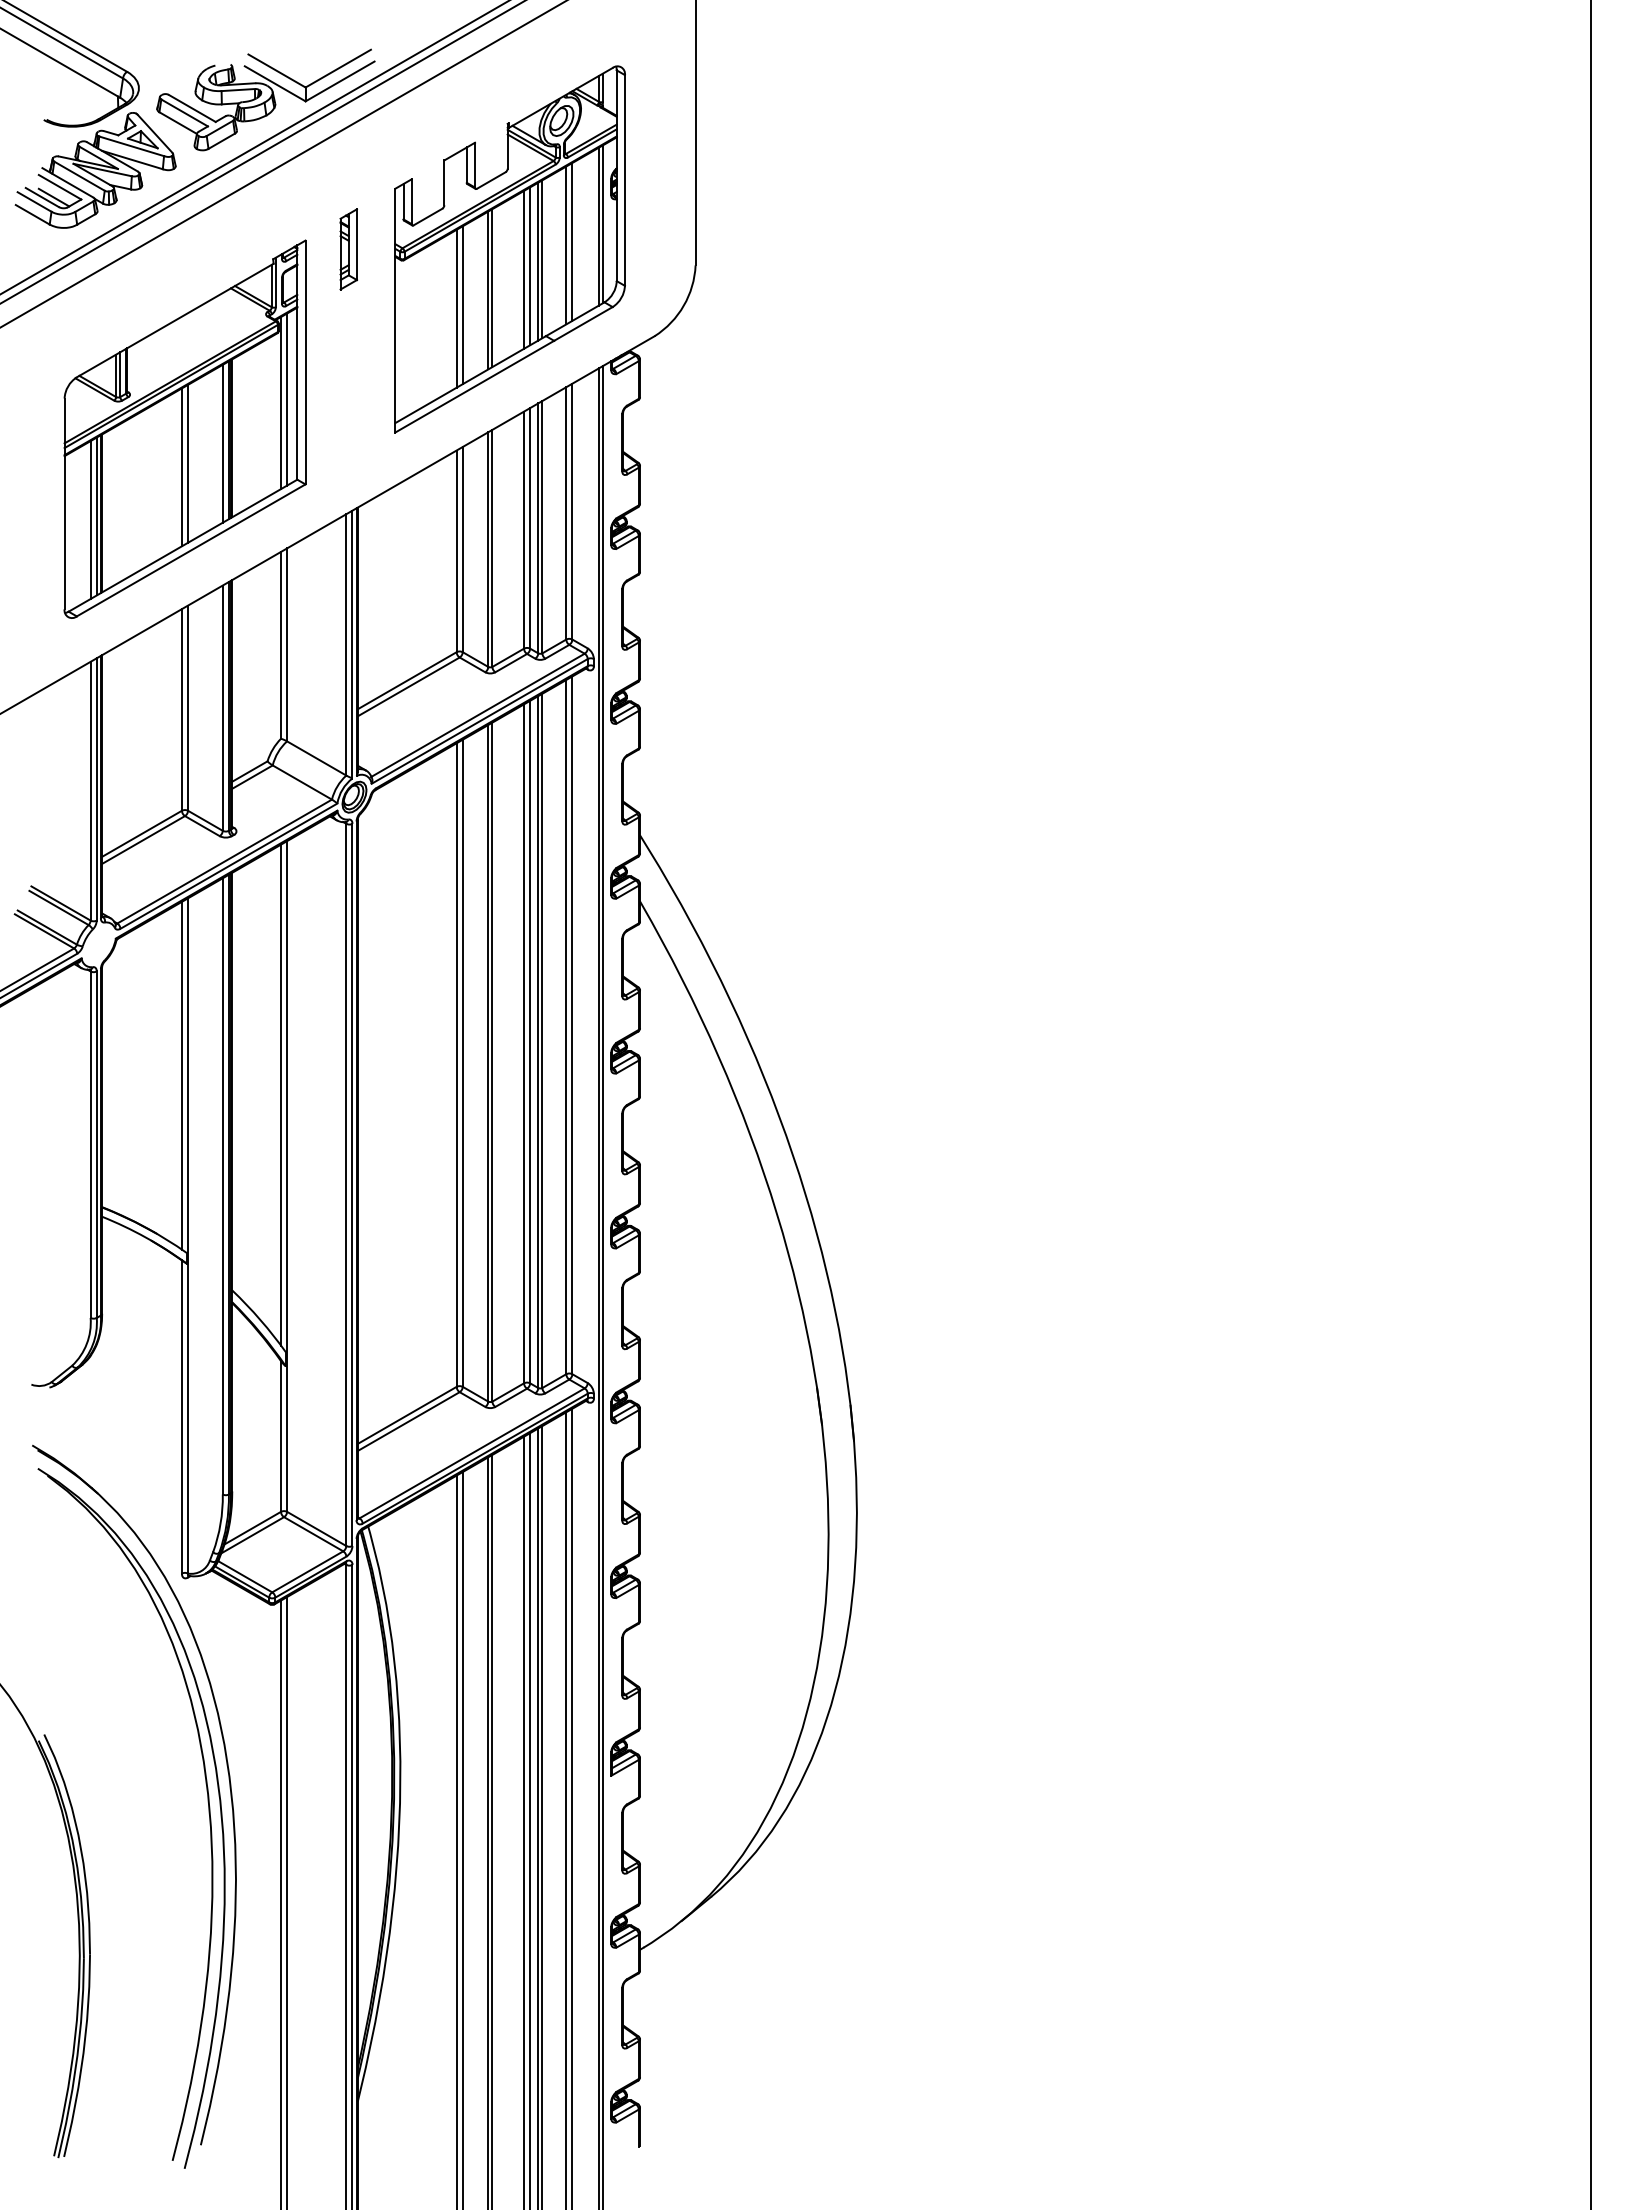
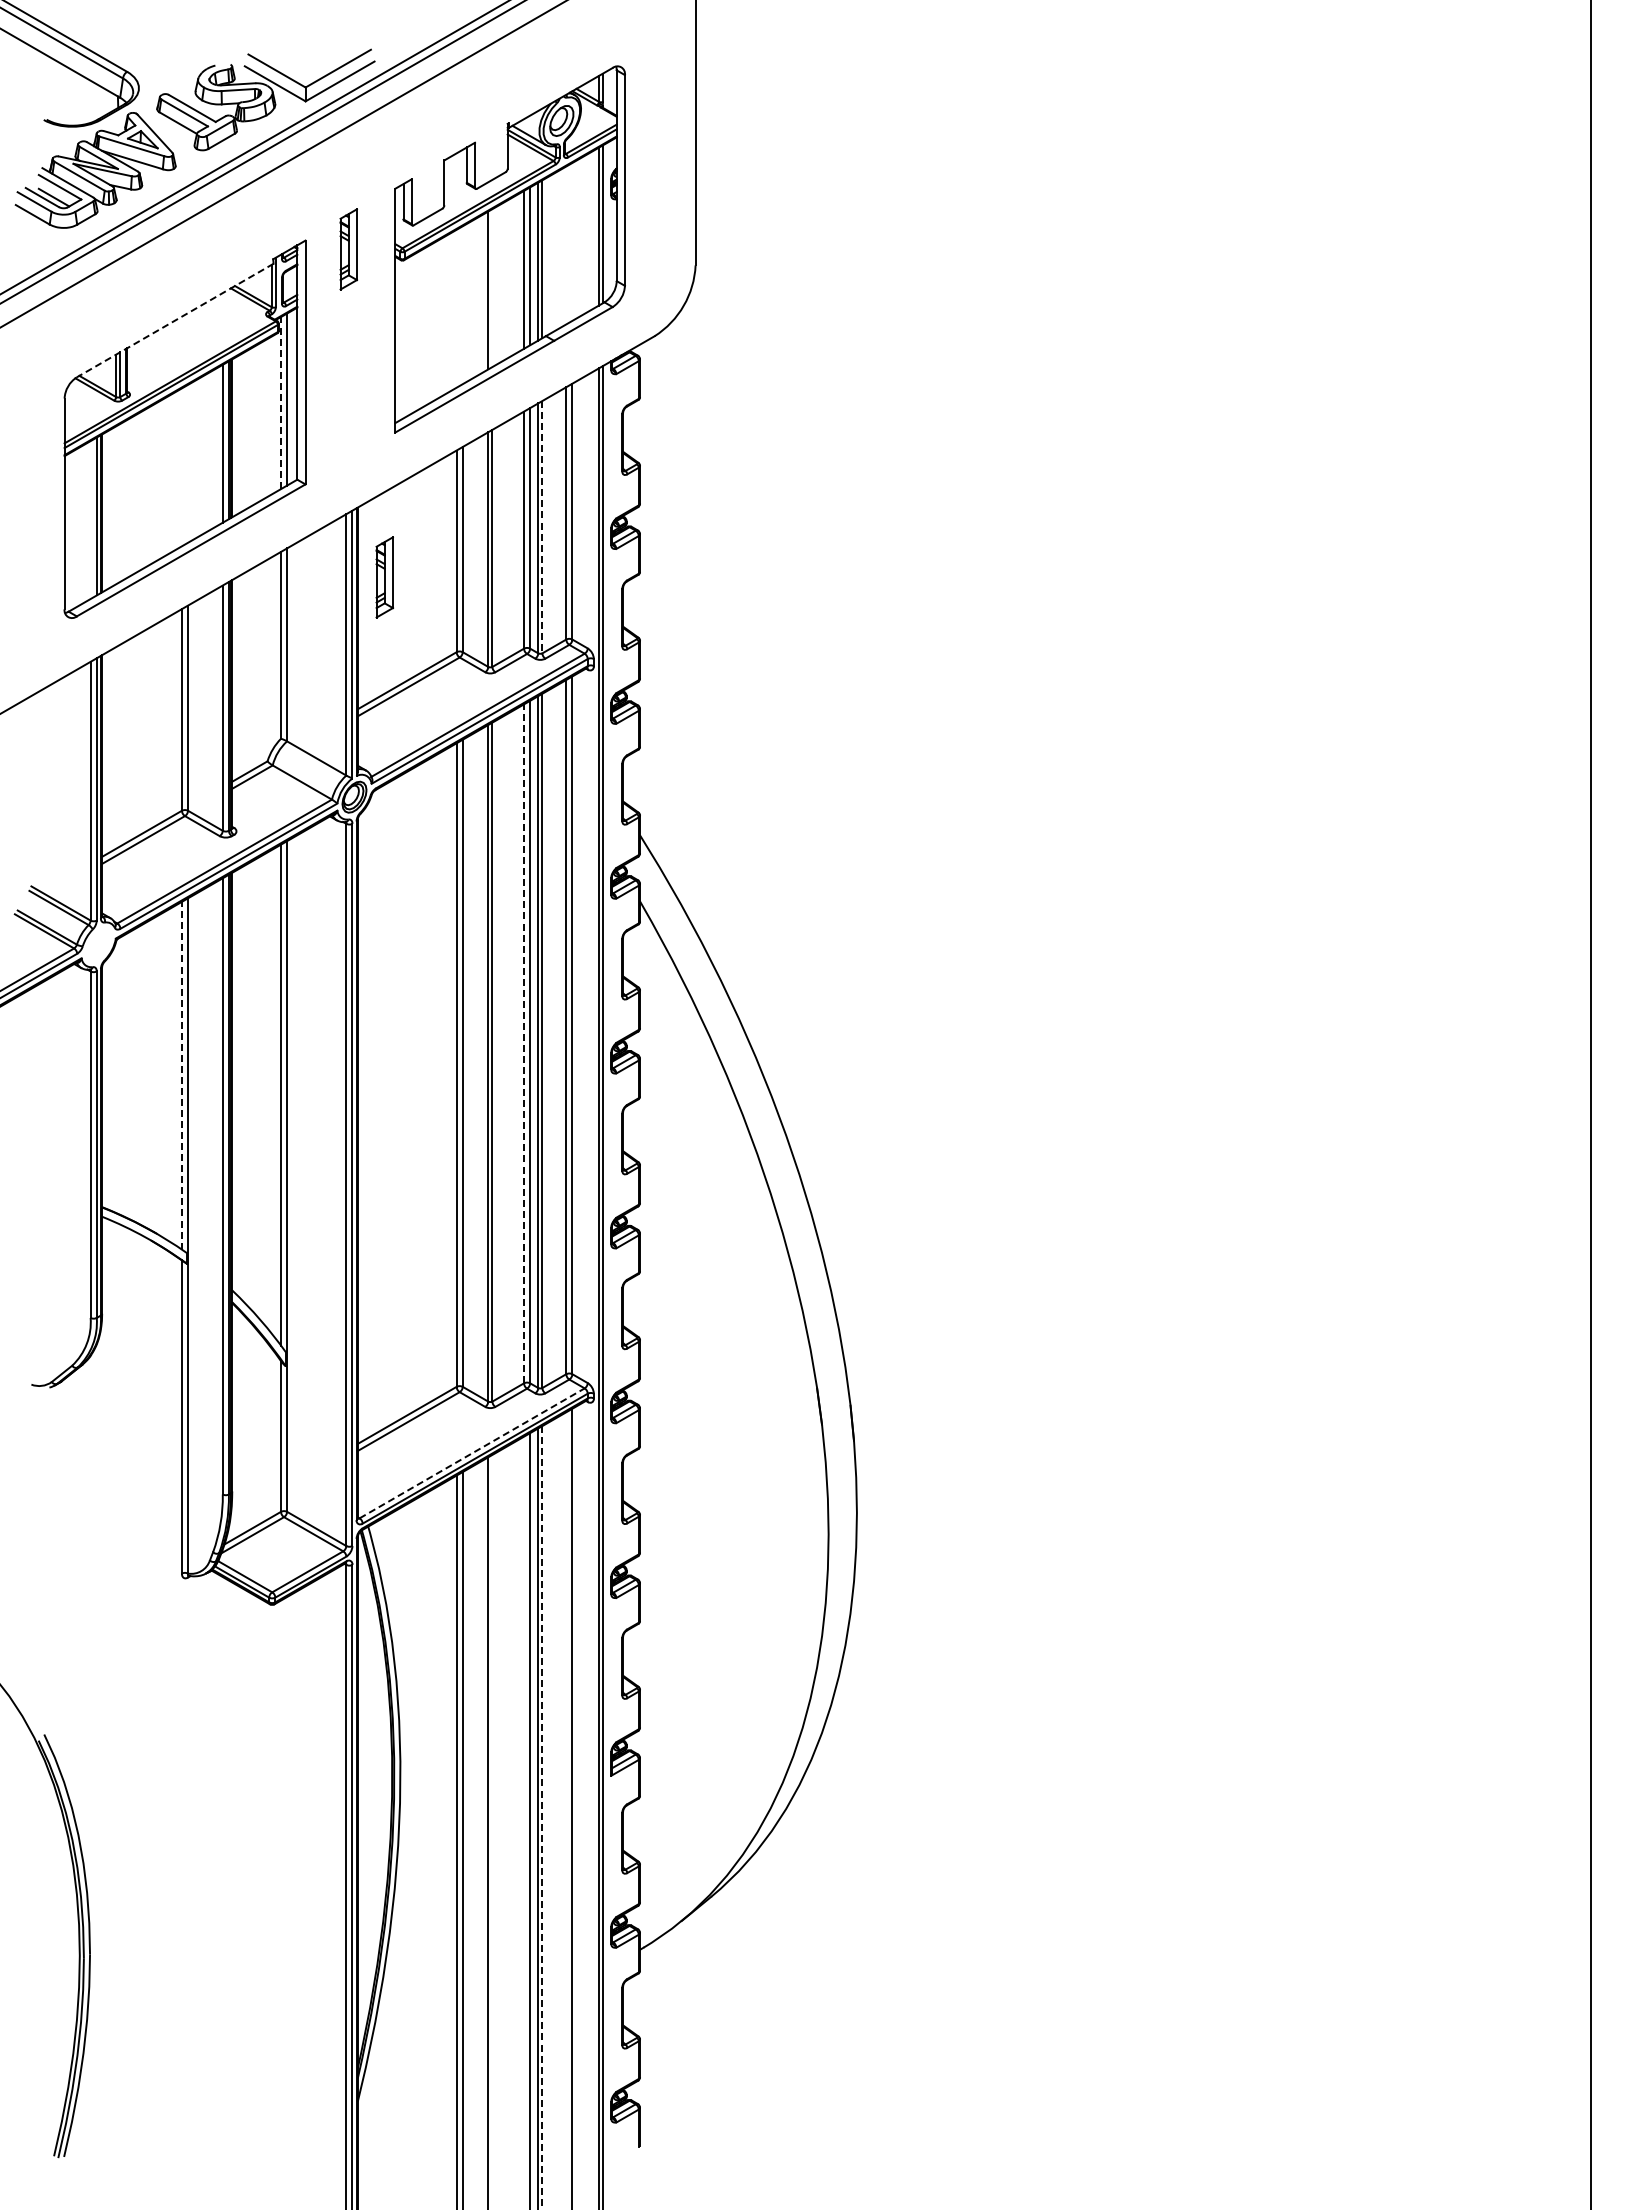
line at (572, 241): present -> none
line at (566, 245): present -> none
line at (492, 288): present -> none
line at (462, 305): present -> none
line at (456, 308): present -> none
line at (175, 320): solid -> dashed
line at (281, 402): solid -> dashed
line at (188, 463): present -> none
line at (181, 467): present -> none
line at (90, 520): present -> none
line at (542, 527): solid -> dashed
part at (384, 577): none -> present
line at (524, 1043): solid -> dashed
line at (181, 1075): solid -> dashed
line at (472, 1453): solid -> dashed
part at (207, 1802): present -> none
line at (566, 1809): present -> none
line at (542, 1817): solid -> dashed
line at (524, 1821): present -> none
line at (492, 1830): present -> none
line at (287, 1901): present -> none
line at (281, 1903): present -> none
